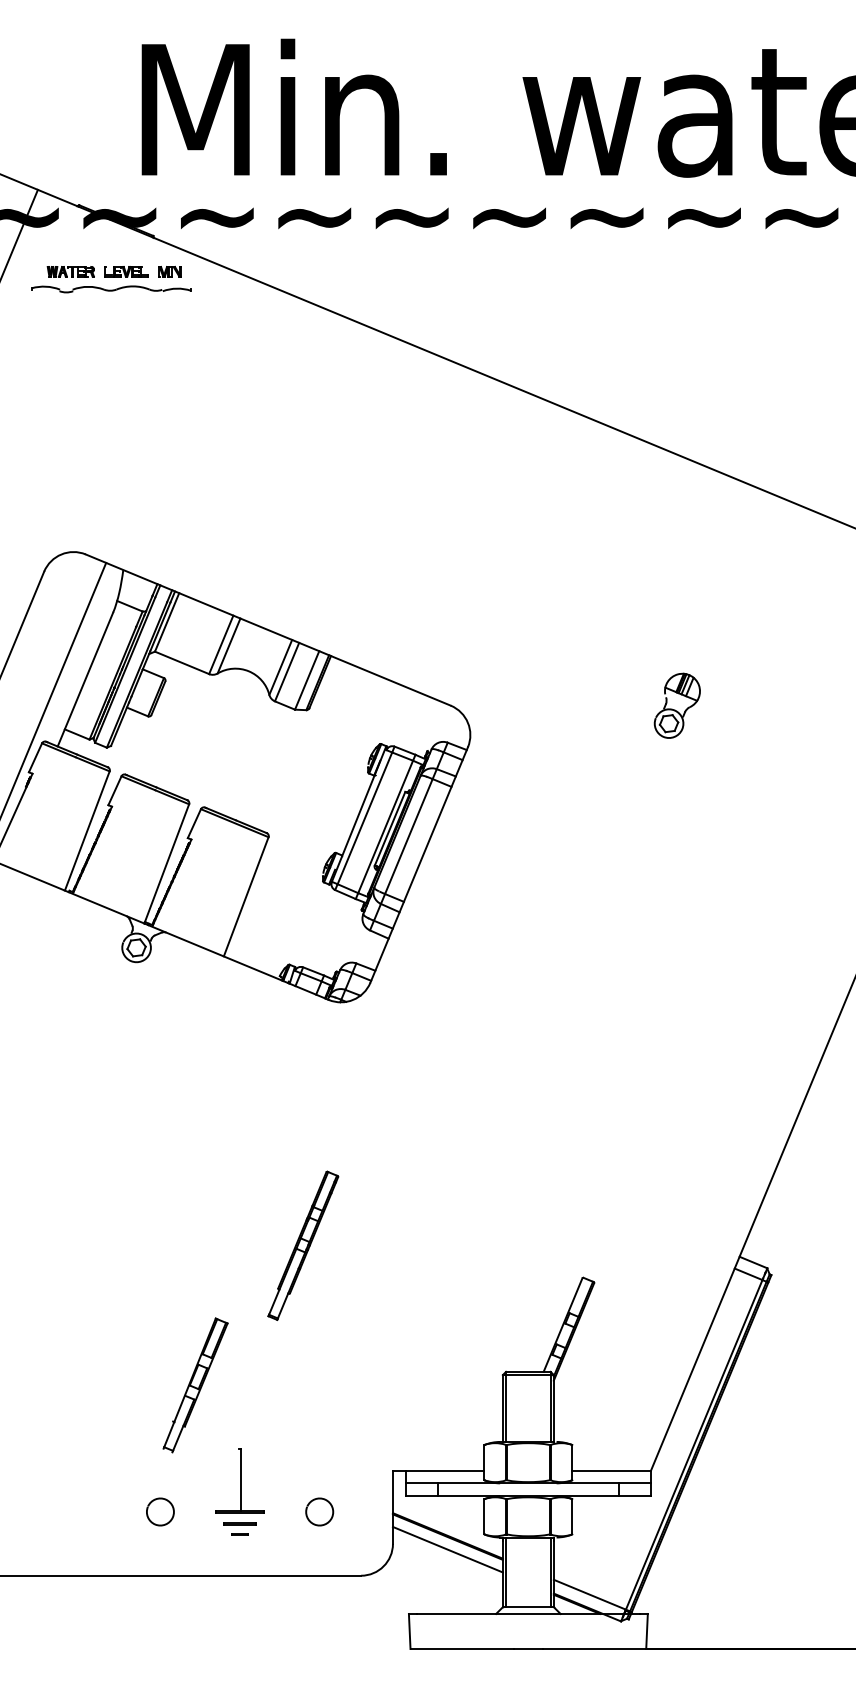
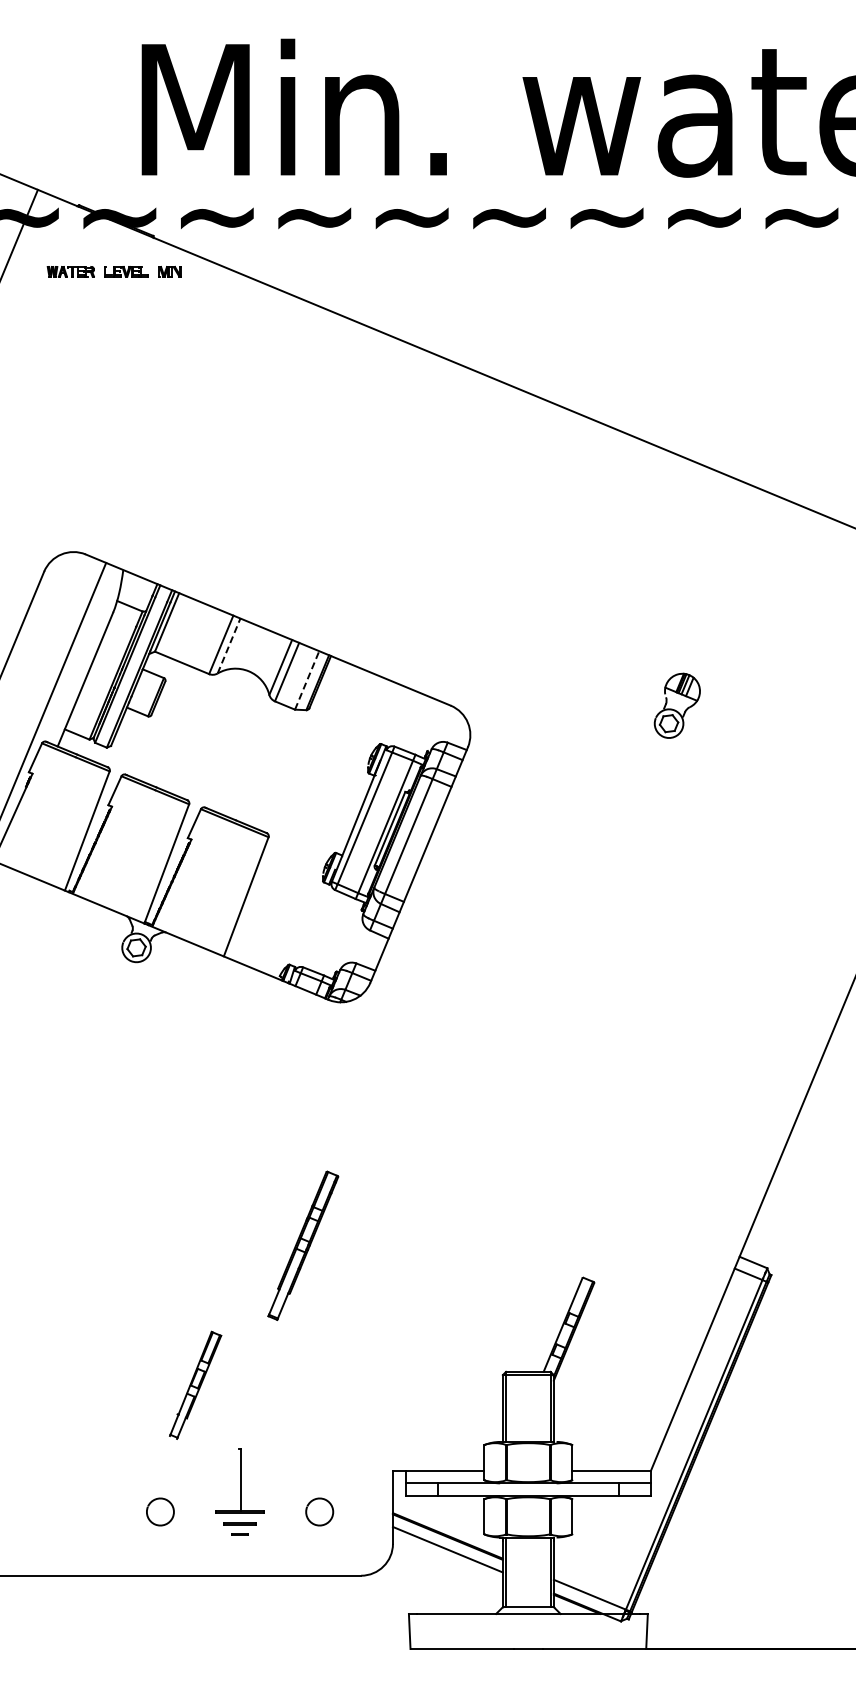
part at (111, 289): present -> none
line at (229, 646): solid -> dashed
line at (307, 680): solid -> dashed
part at (195, 1385) size: 67x137 px -> 54x110 px
